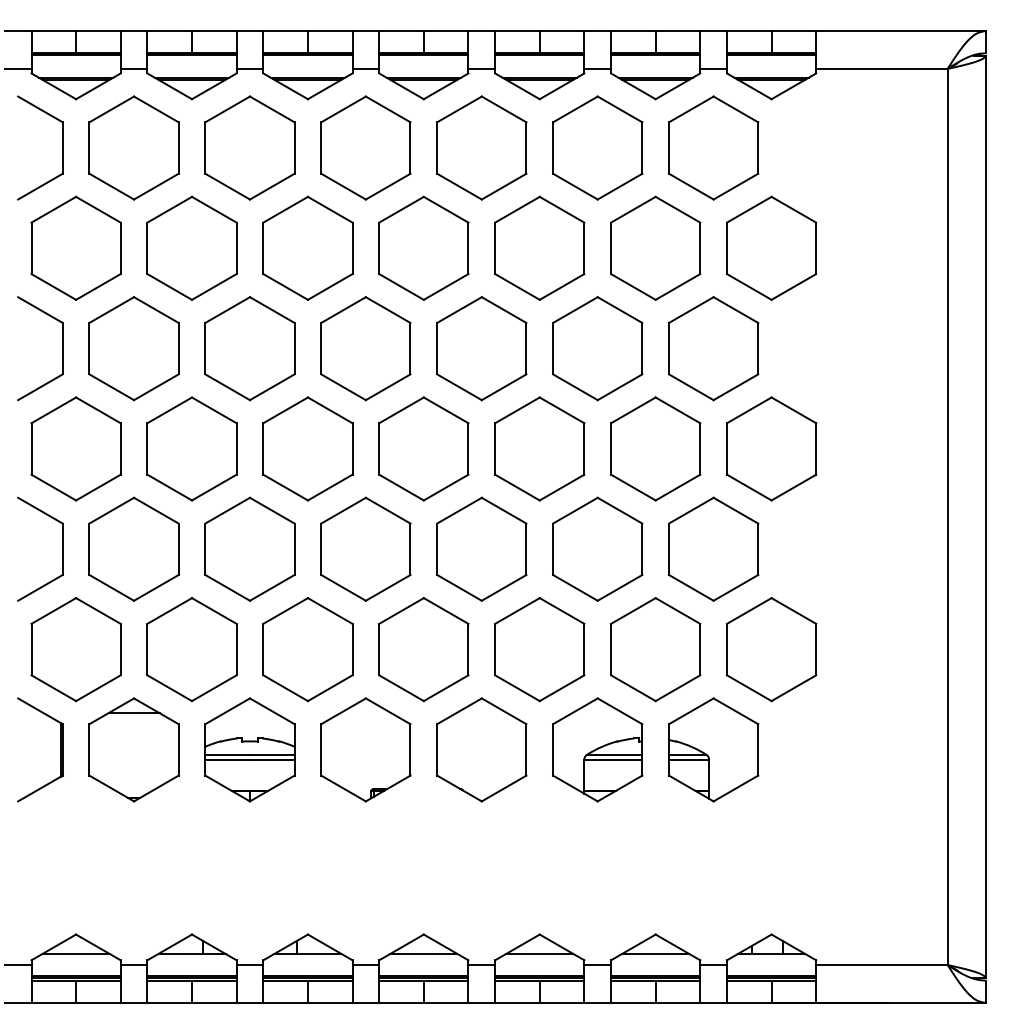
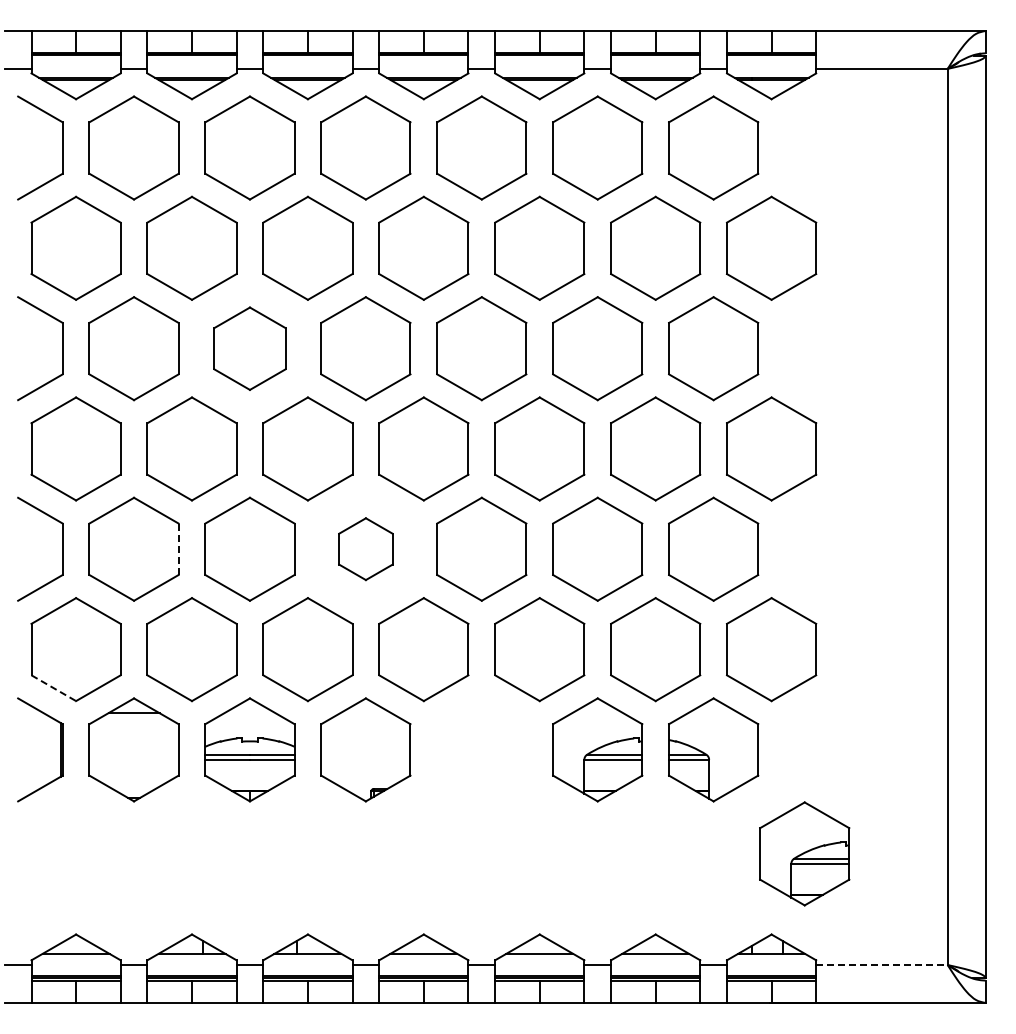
part at (249, 348) size: 92x106 px -> 74x85 px
part at (365, 548) size: 92x106 px -> 56x65 px
line at (178, 549): solid -> dashed
line at (53, 688): solid -> dashed
part at (481, 749): present -> none
part at (804, 853): none -> present
line at (881, 965): solid -> dashed
